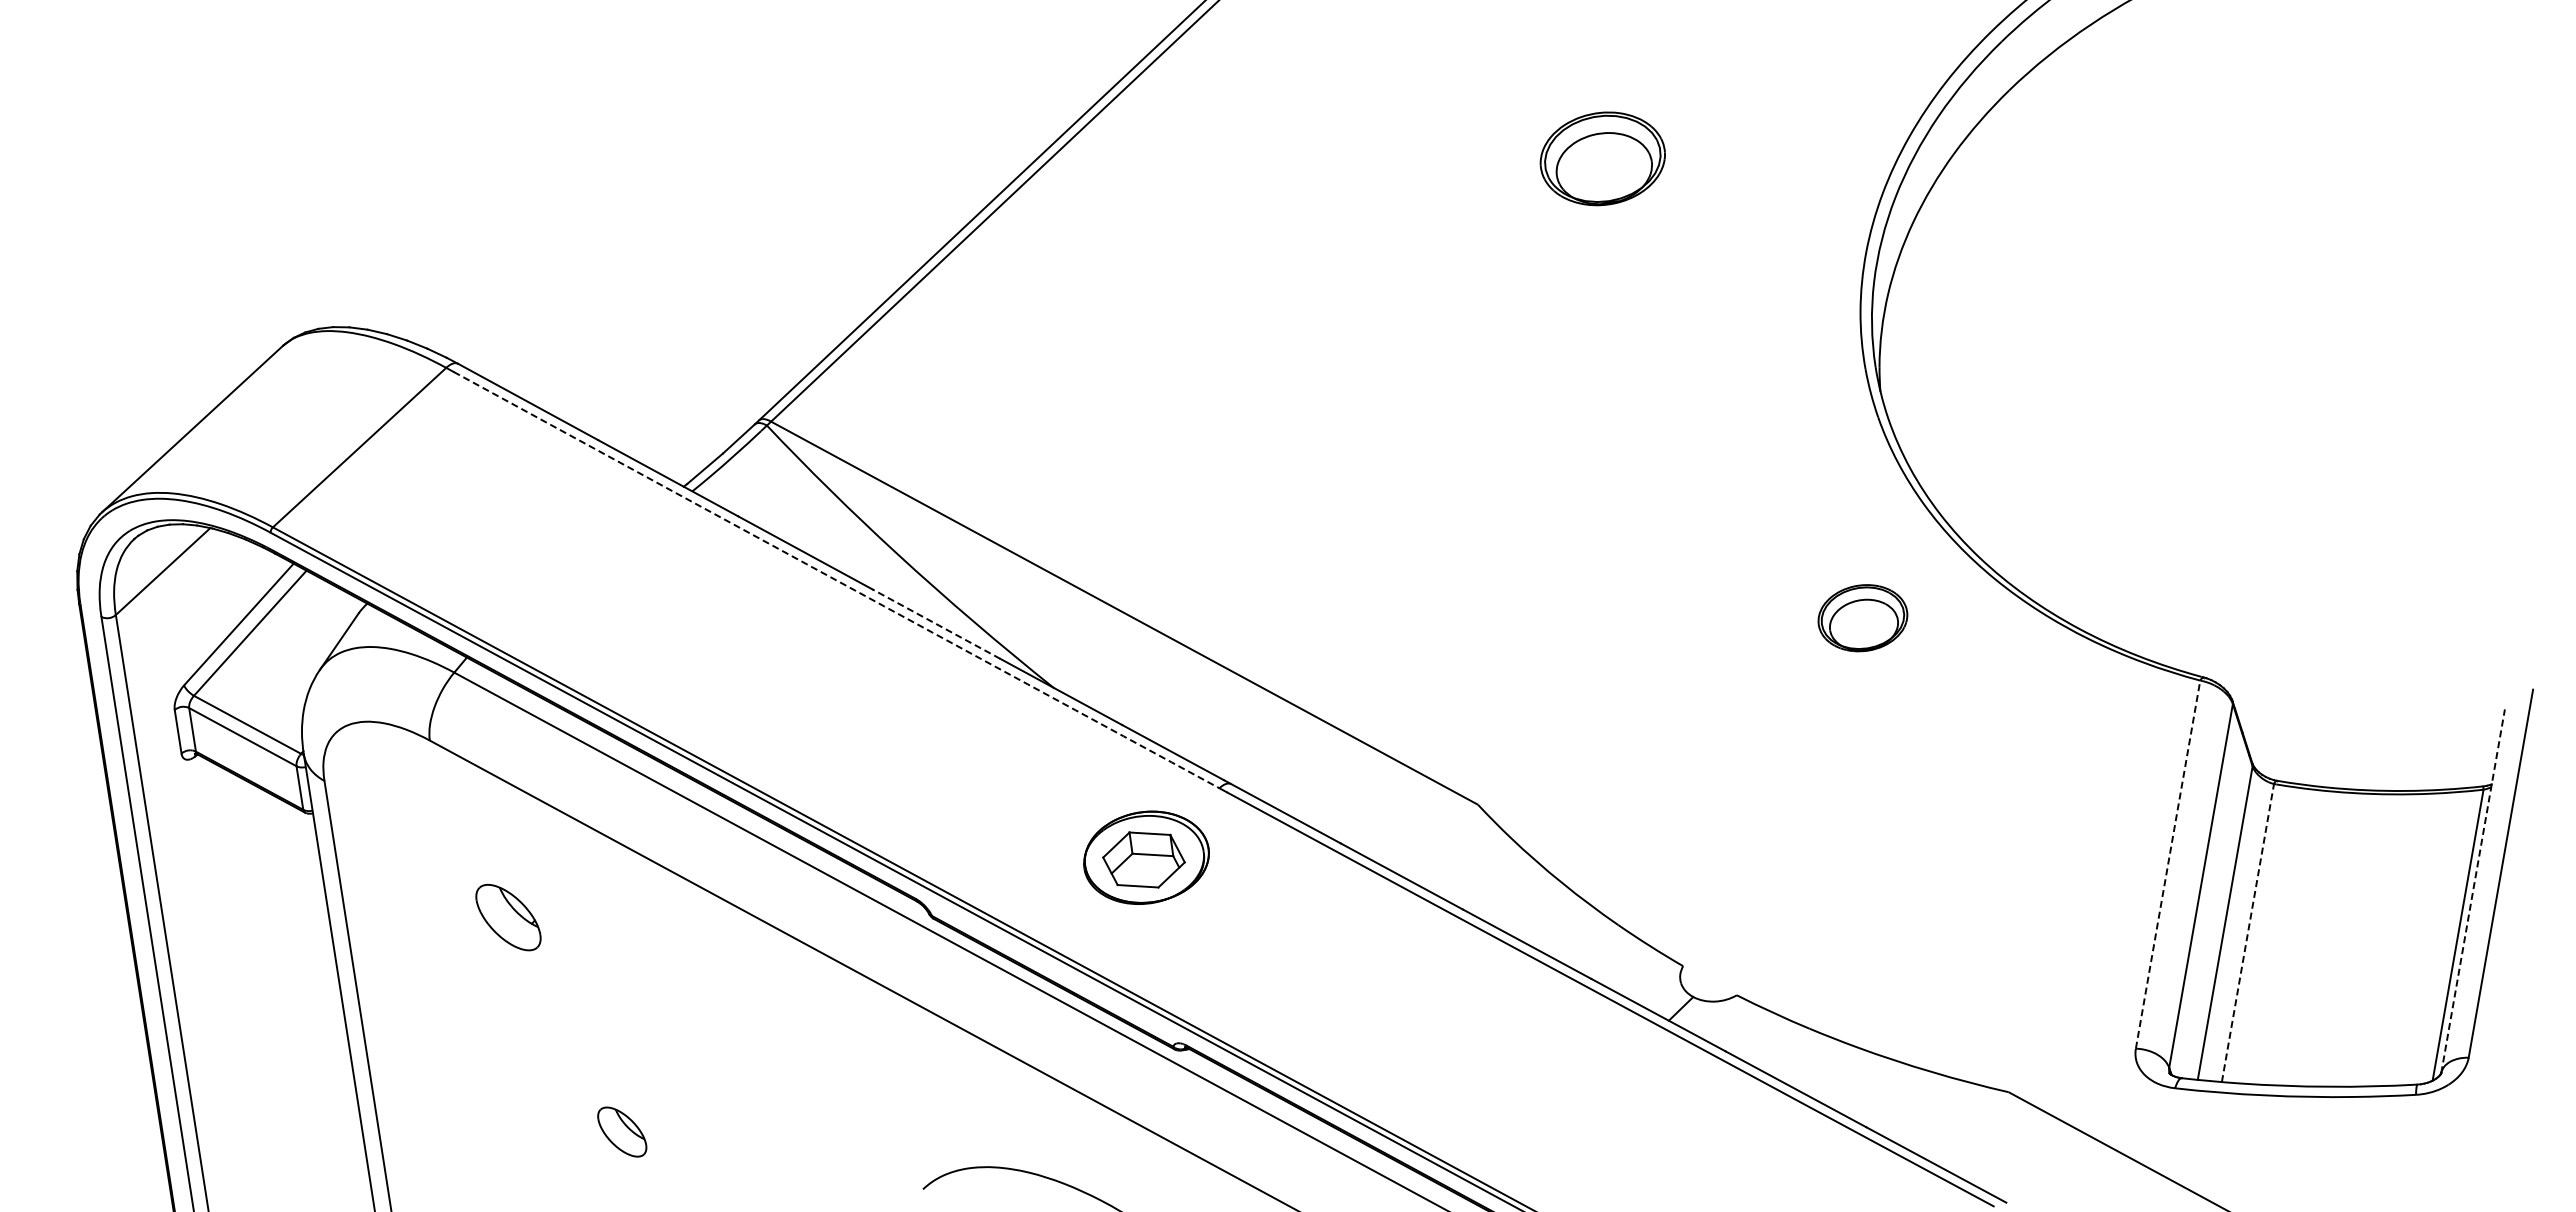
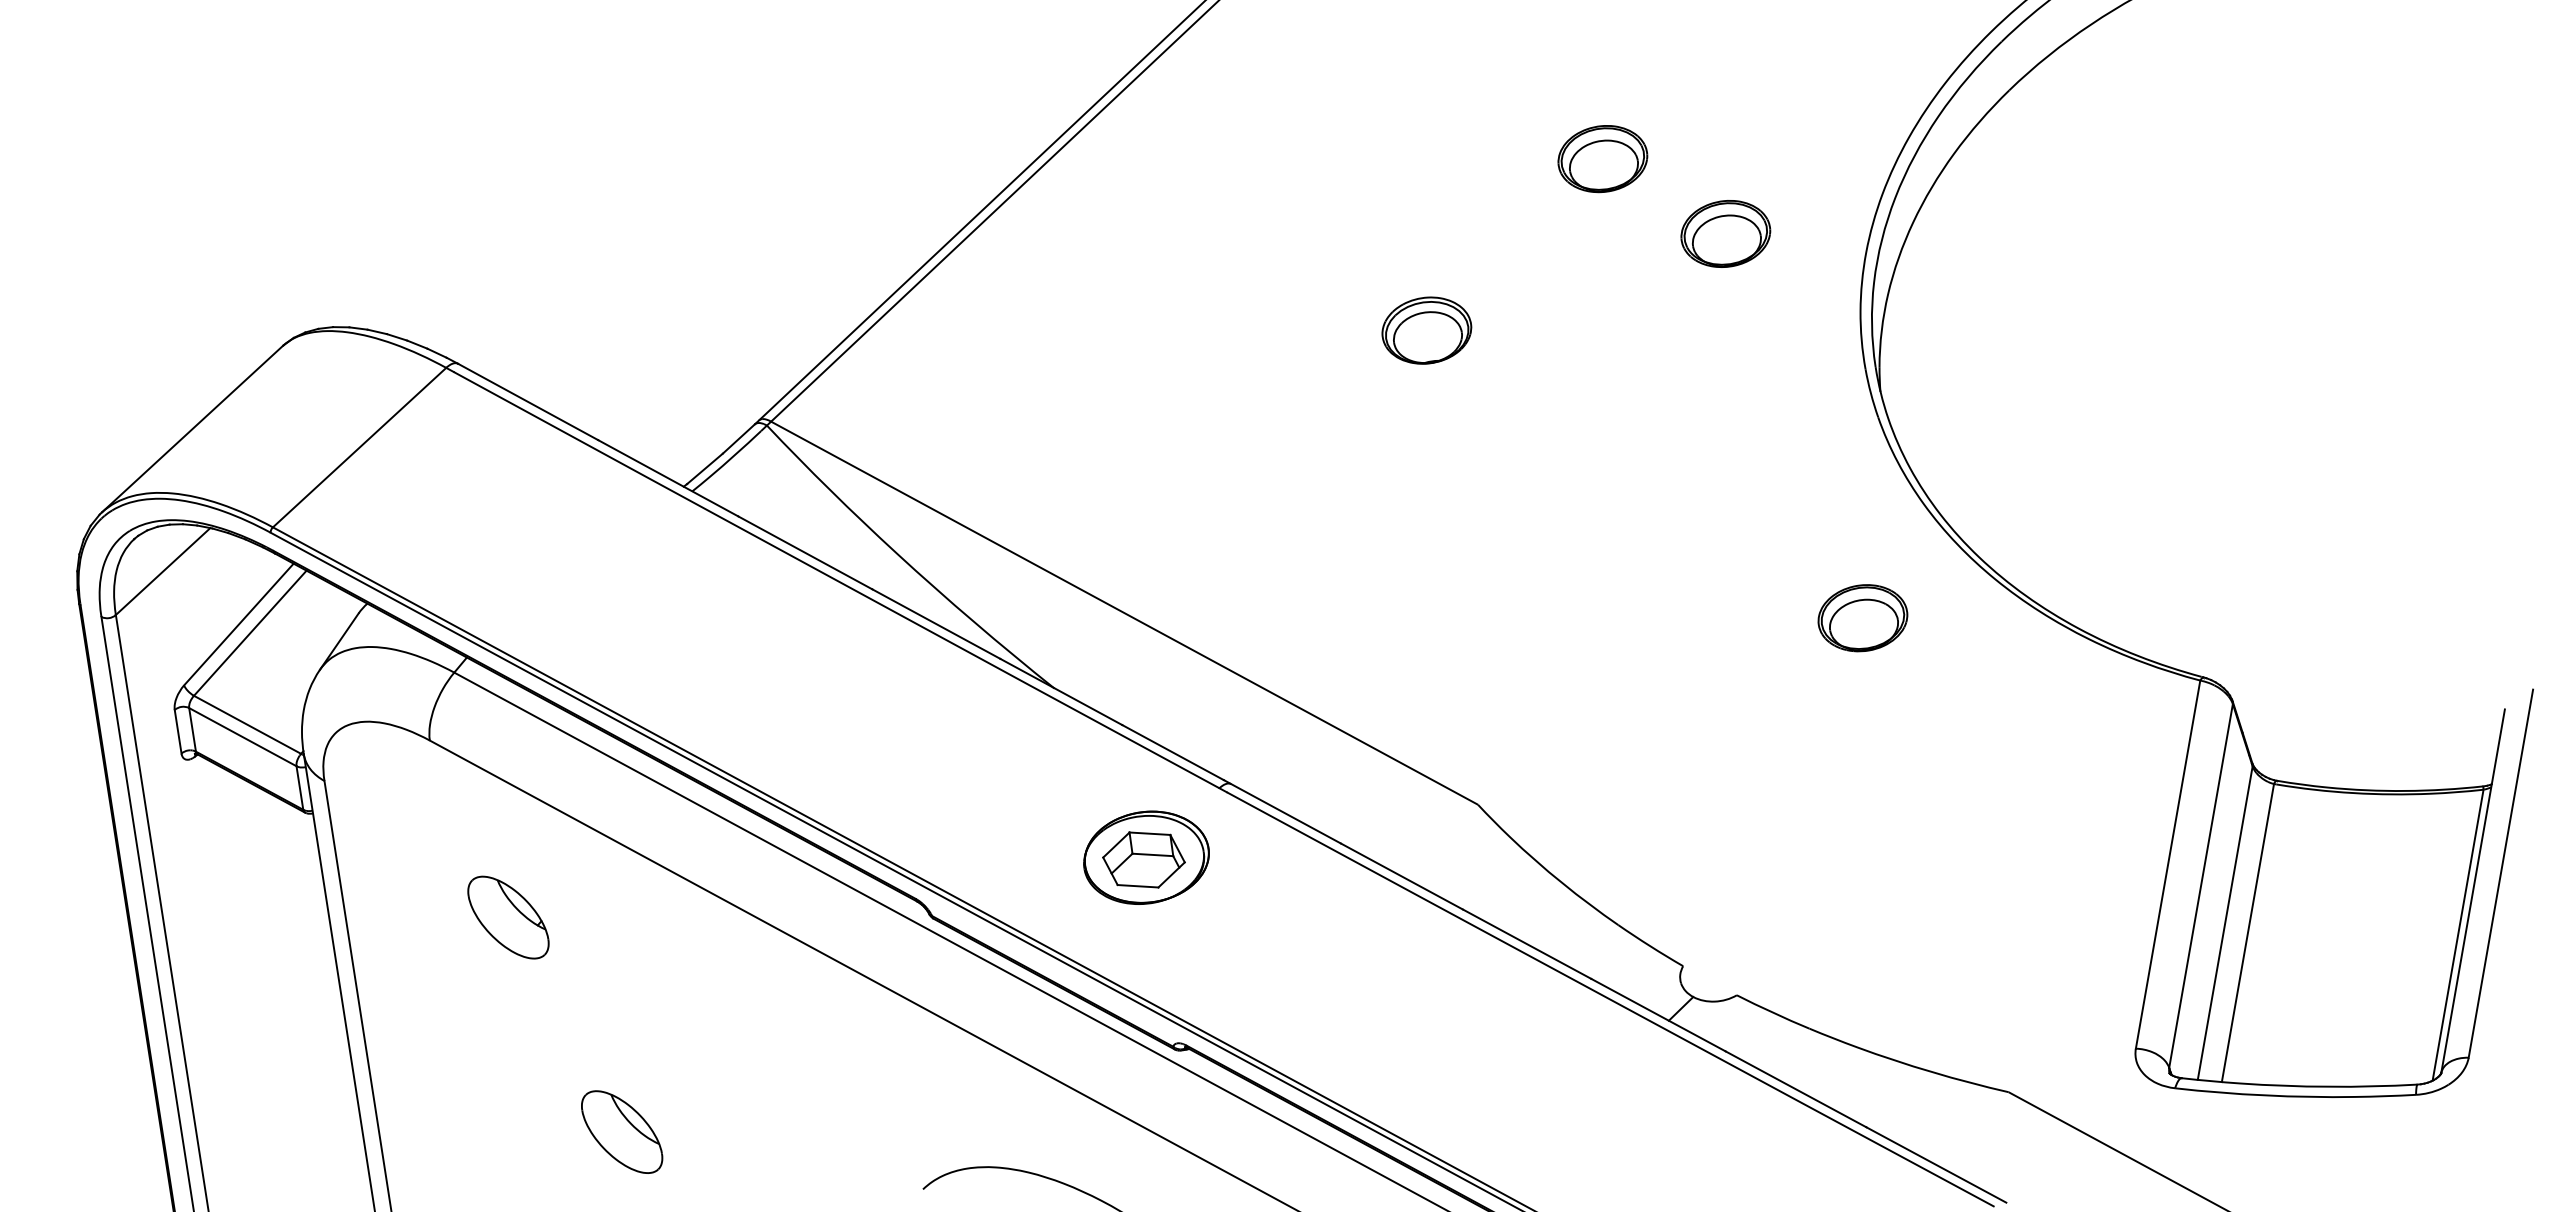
part at (1602, 158) size: 127x96 px -> 92x69 px
part at (1725, 233): none -> present
part at (1426, 330): none -> present
arc at (836, 580): dashed -> solid
line at (936, 624): dashed -> solid
line at (2168, 864): dashed -> solid
line at (2473, 891): dashed -> solid
part at (508, 917) size: 67x69 px -> 83x85 px
line at (2248, 932): dashed -> solid
part at (622, 1131) size: 51x52 px -> 83x84 px
